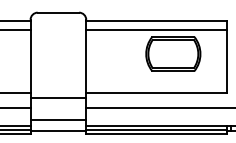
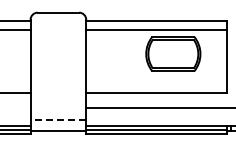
line at (58, 98): present -> none
line at (16, 108): present -> none
line at (58, 119): solid -> dashed
